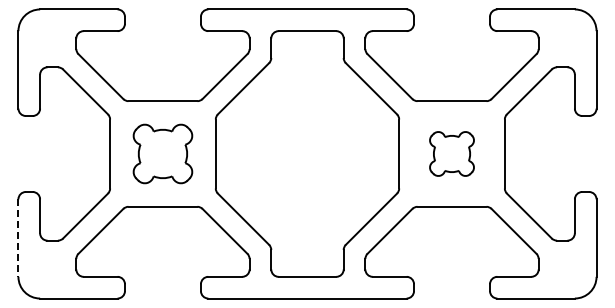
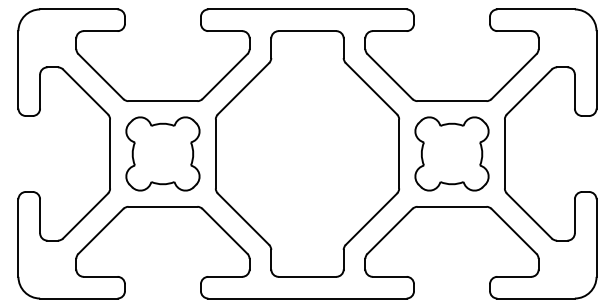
part at (162, 153) size: 62x62 px -> 76x76 px
part at (451, 153) size: 46x46 px -> 76x76 px
line at (18, 238): dashed -> solid
